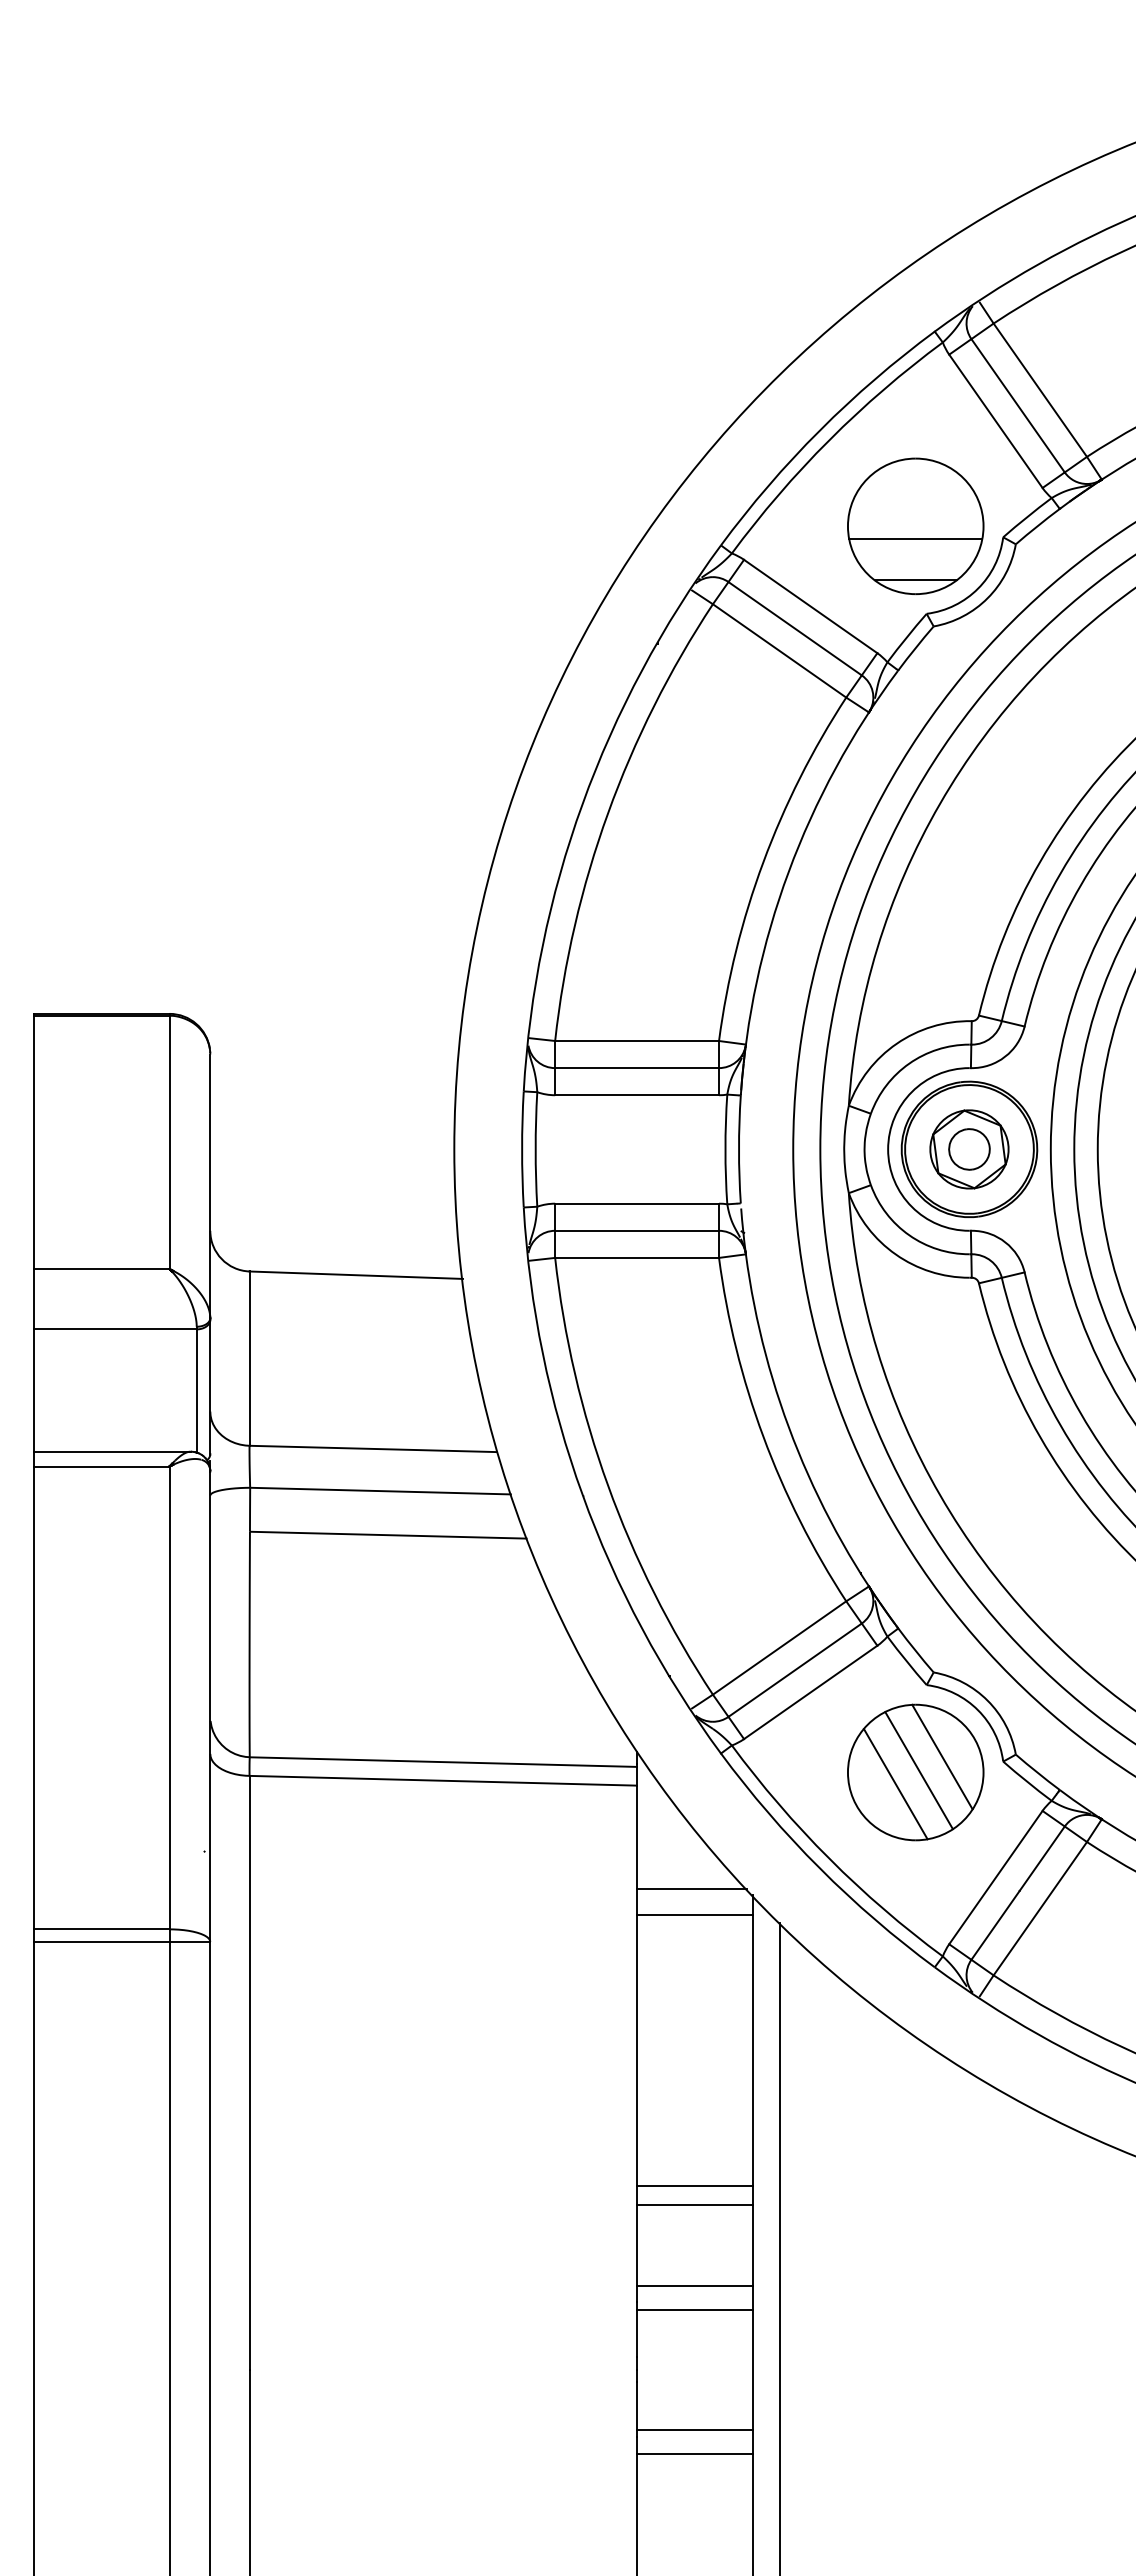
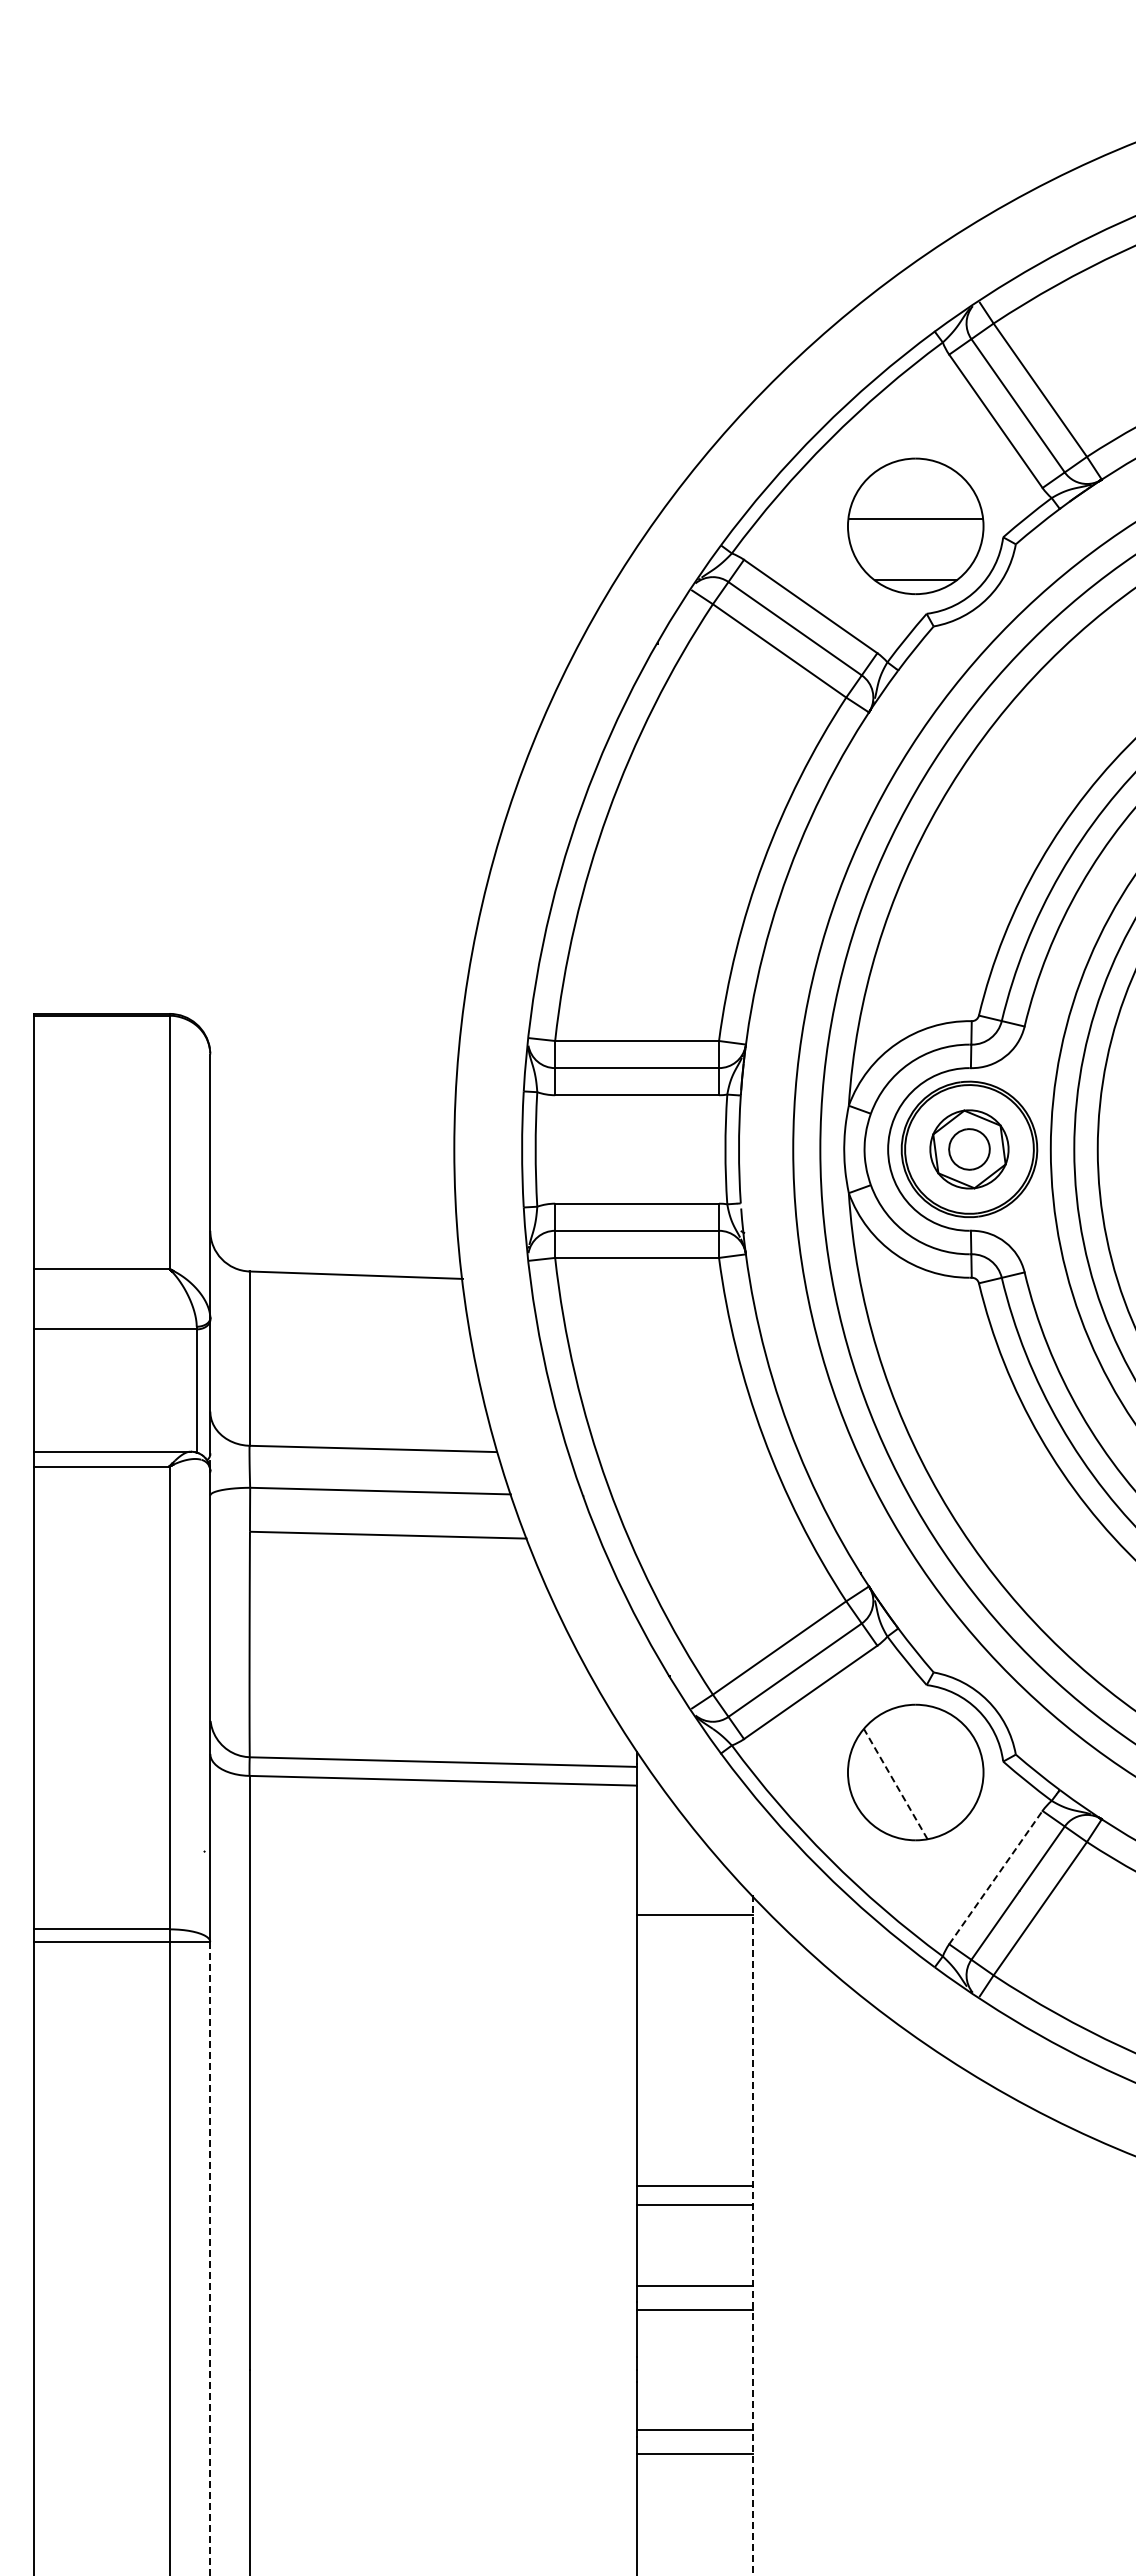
line at (915, 539) position: (915, 539) -> (915, 519)
line at (942, 1756): present -> none
line at (918, 1770): present -> none
line at (895, 1784): solid -> dashed
line at (996, 1877): solid -> dashed
line at (691, 1888): present -> none
line at (752, 2235): solid -> dashed
line at (779, 2247): present -> none
line at (210, 2258): solid -> dashed
